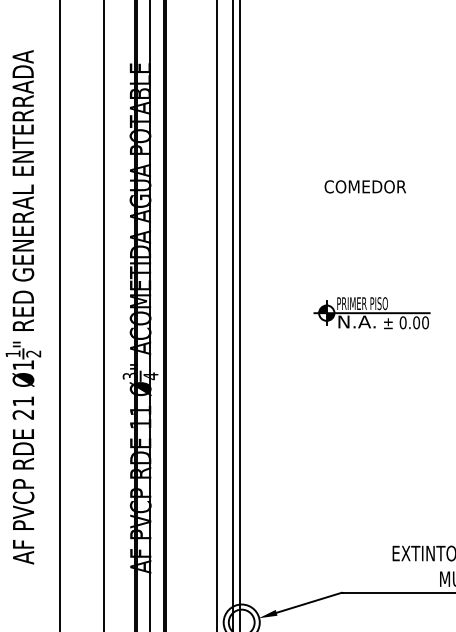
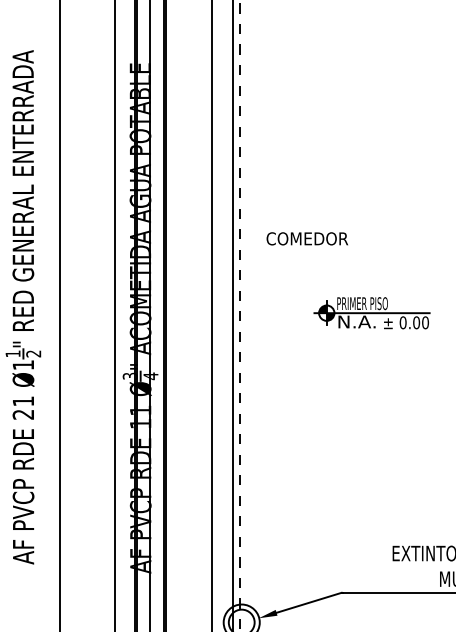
text at (364, 186) position: (364, 186) -> (306, 238)
line at (104, 315) position: (104, 315) -> (115, 315)
line at (217, 315) position: (217, 315) -> (212, 315)
line at (240, 316): solid -> dashed
